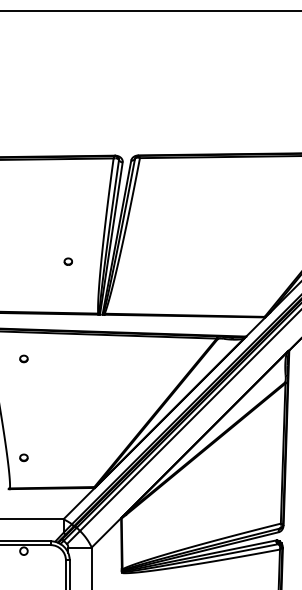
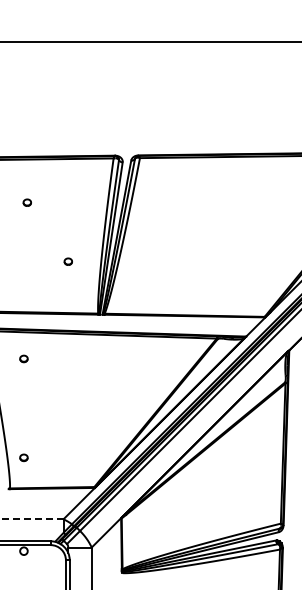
line at (150, 11) position: (150, 11) -> (150, 42)
part at (26, 202): none -> present
line at (31, 519): solid -> dashed
